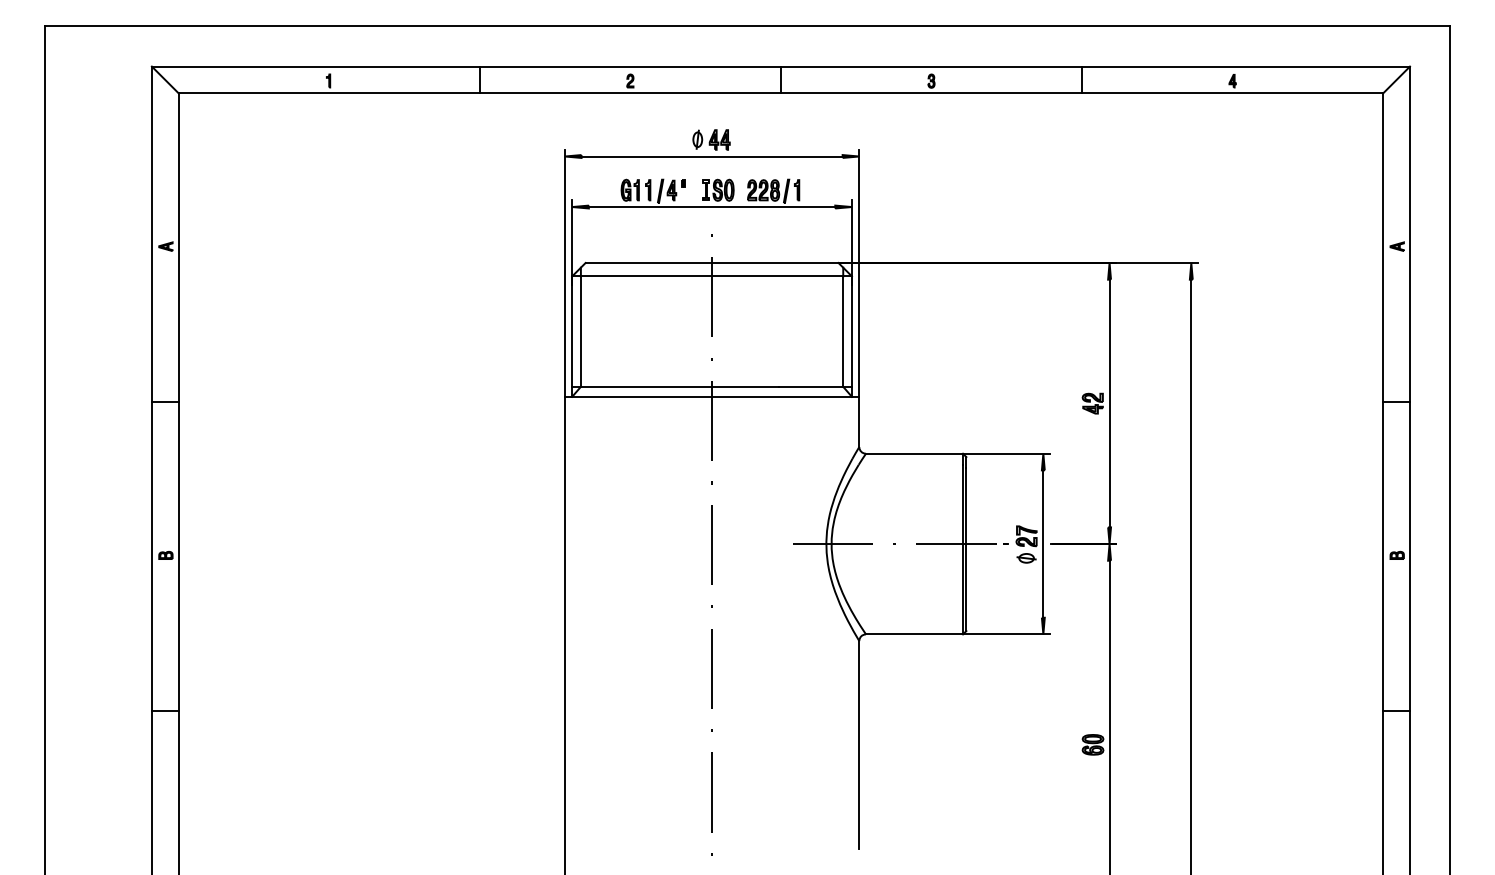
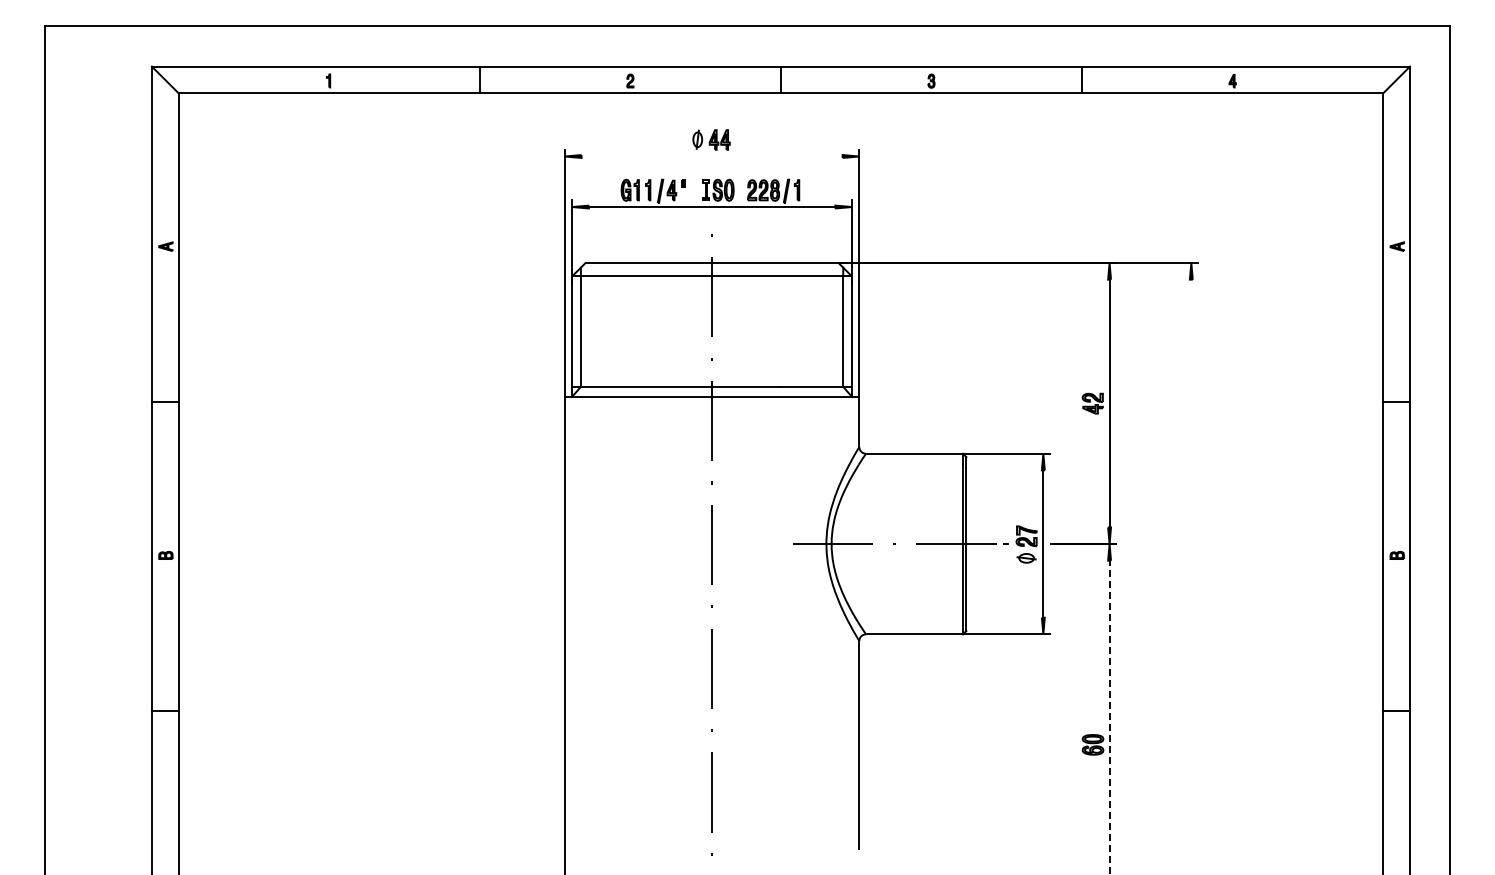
line at (711, 156): present -> none
line at (1191, 575): present -> none
line at (1109, 717): solid -> dashed
